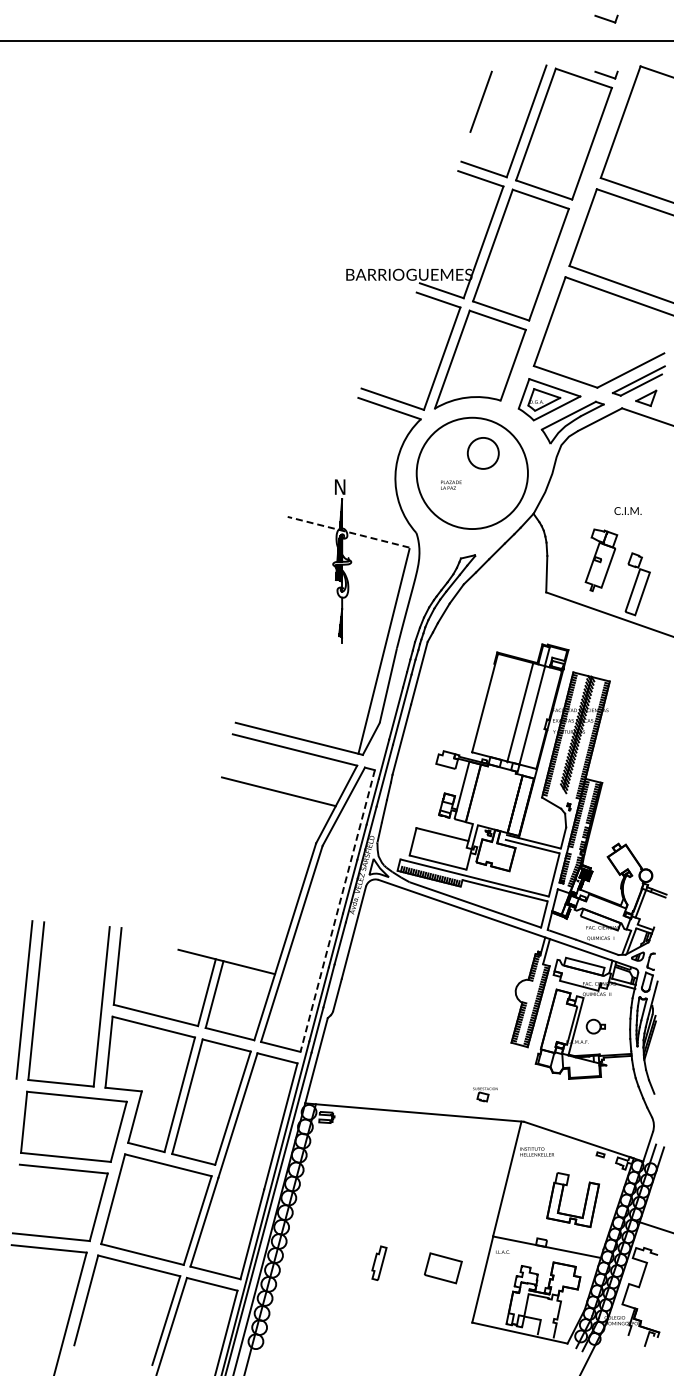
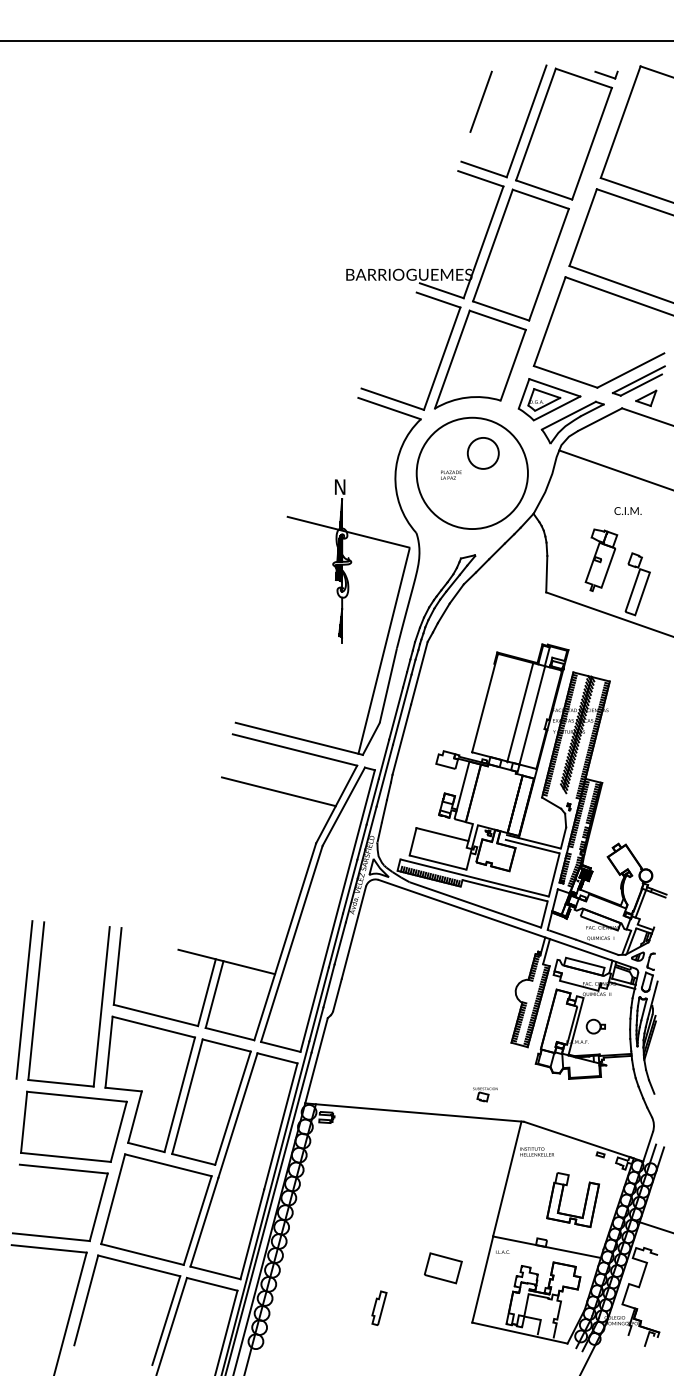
part at (606, 18): present -> none
line at (614, 469): none -> present
text at (451, 484) position: (451, 484) -> (451, 474)
line at (348, 532): dashed -> solid
line at (337, 911): dashed -> solid
part at (379, 1262) position: (379, 1262) -> (379, 1307)
